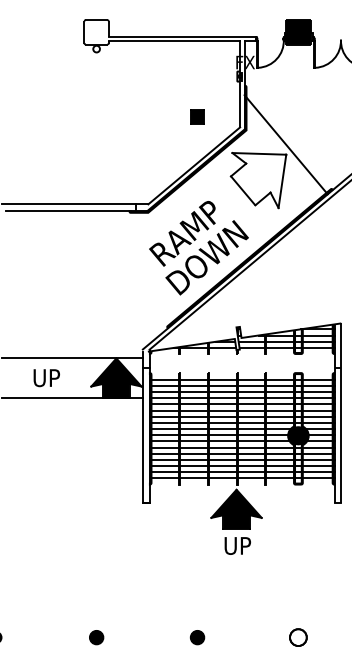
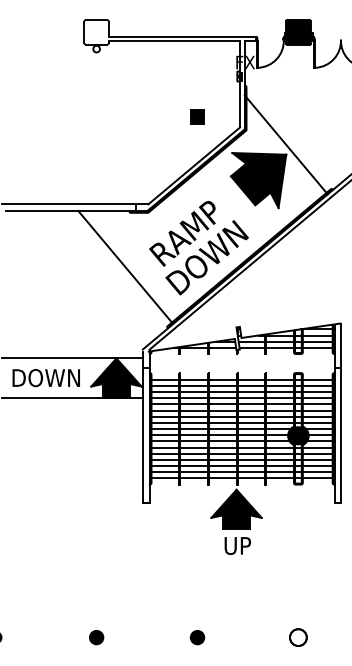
fill at (258, 180): none -> present
line at (124, 266): none -> present
text at (45, 378): UP -> DOWN
